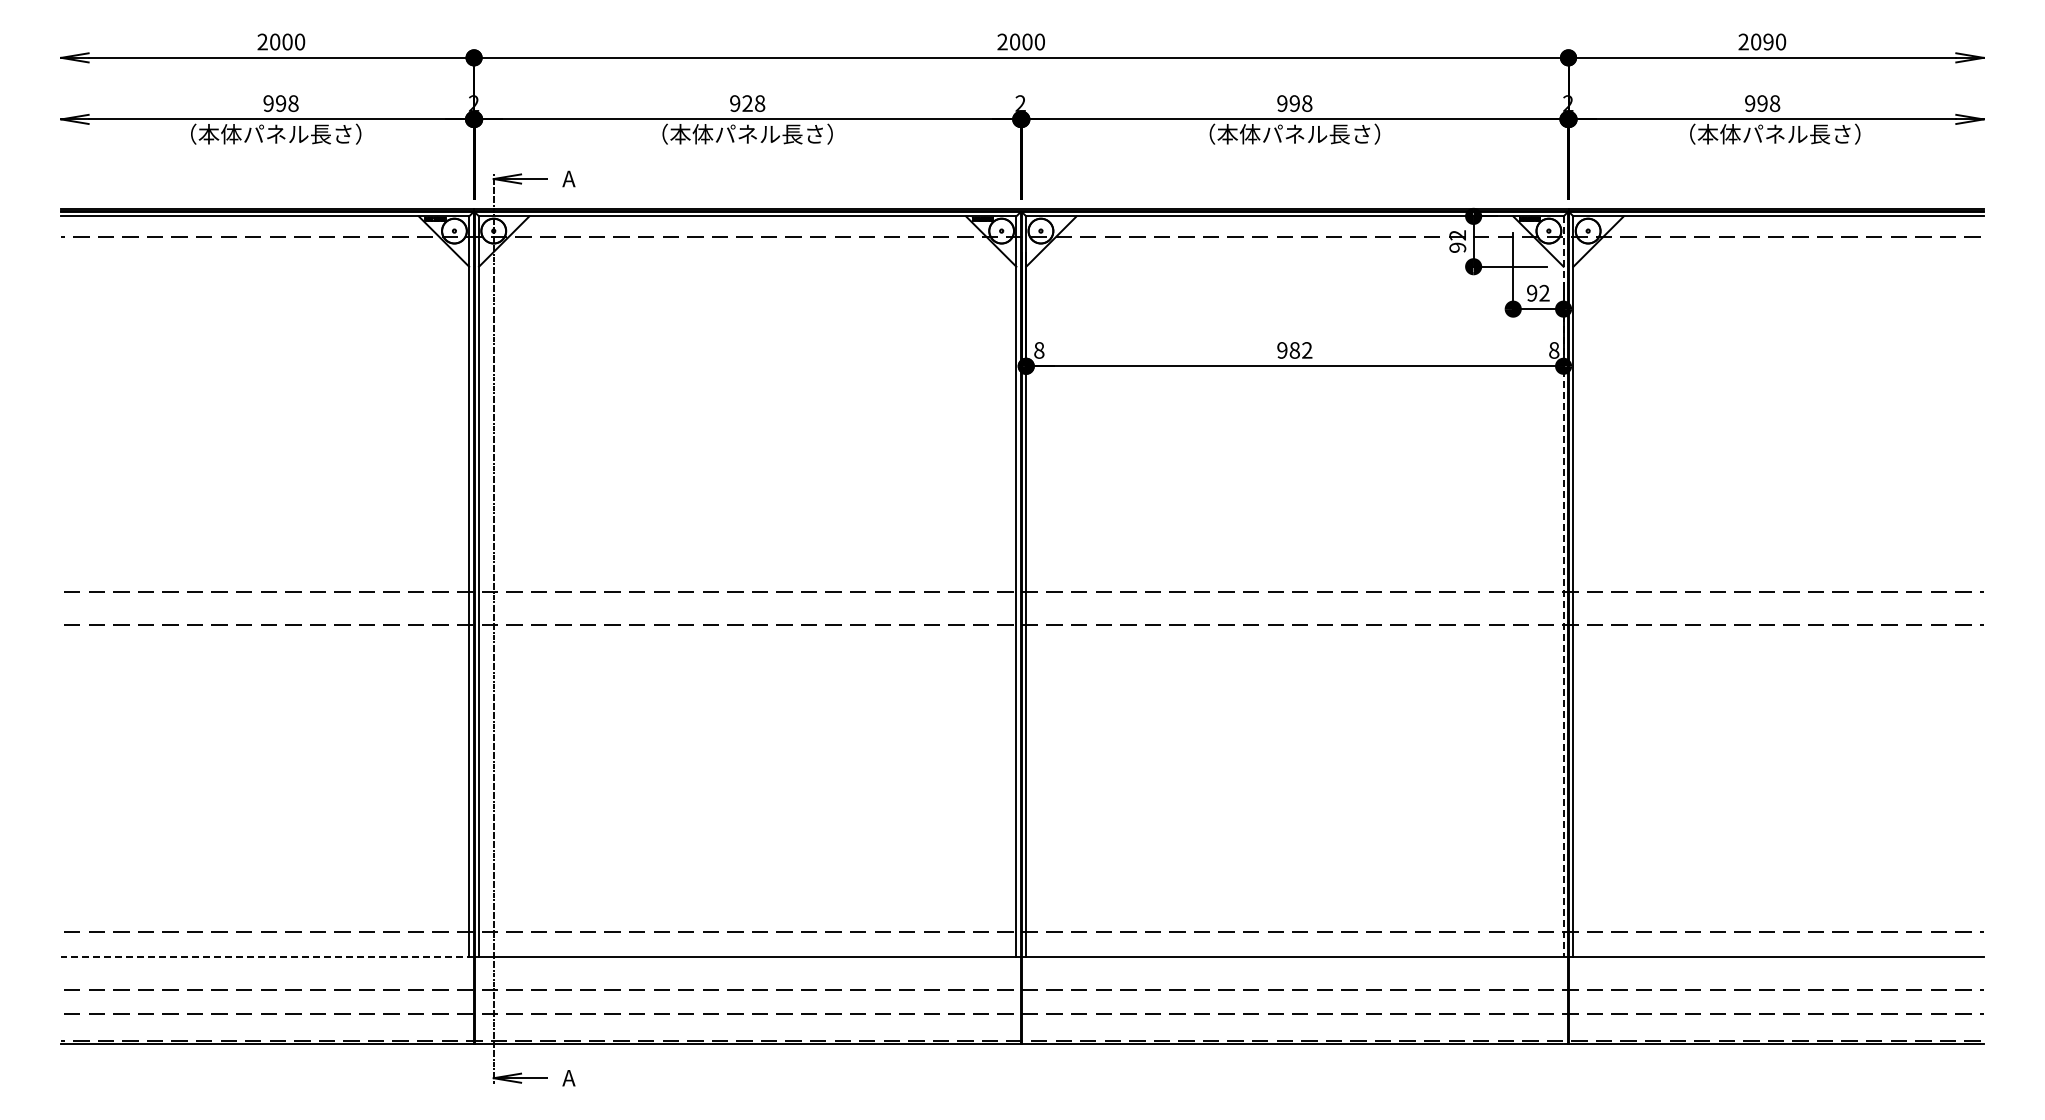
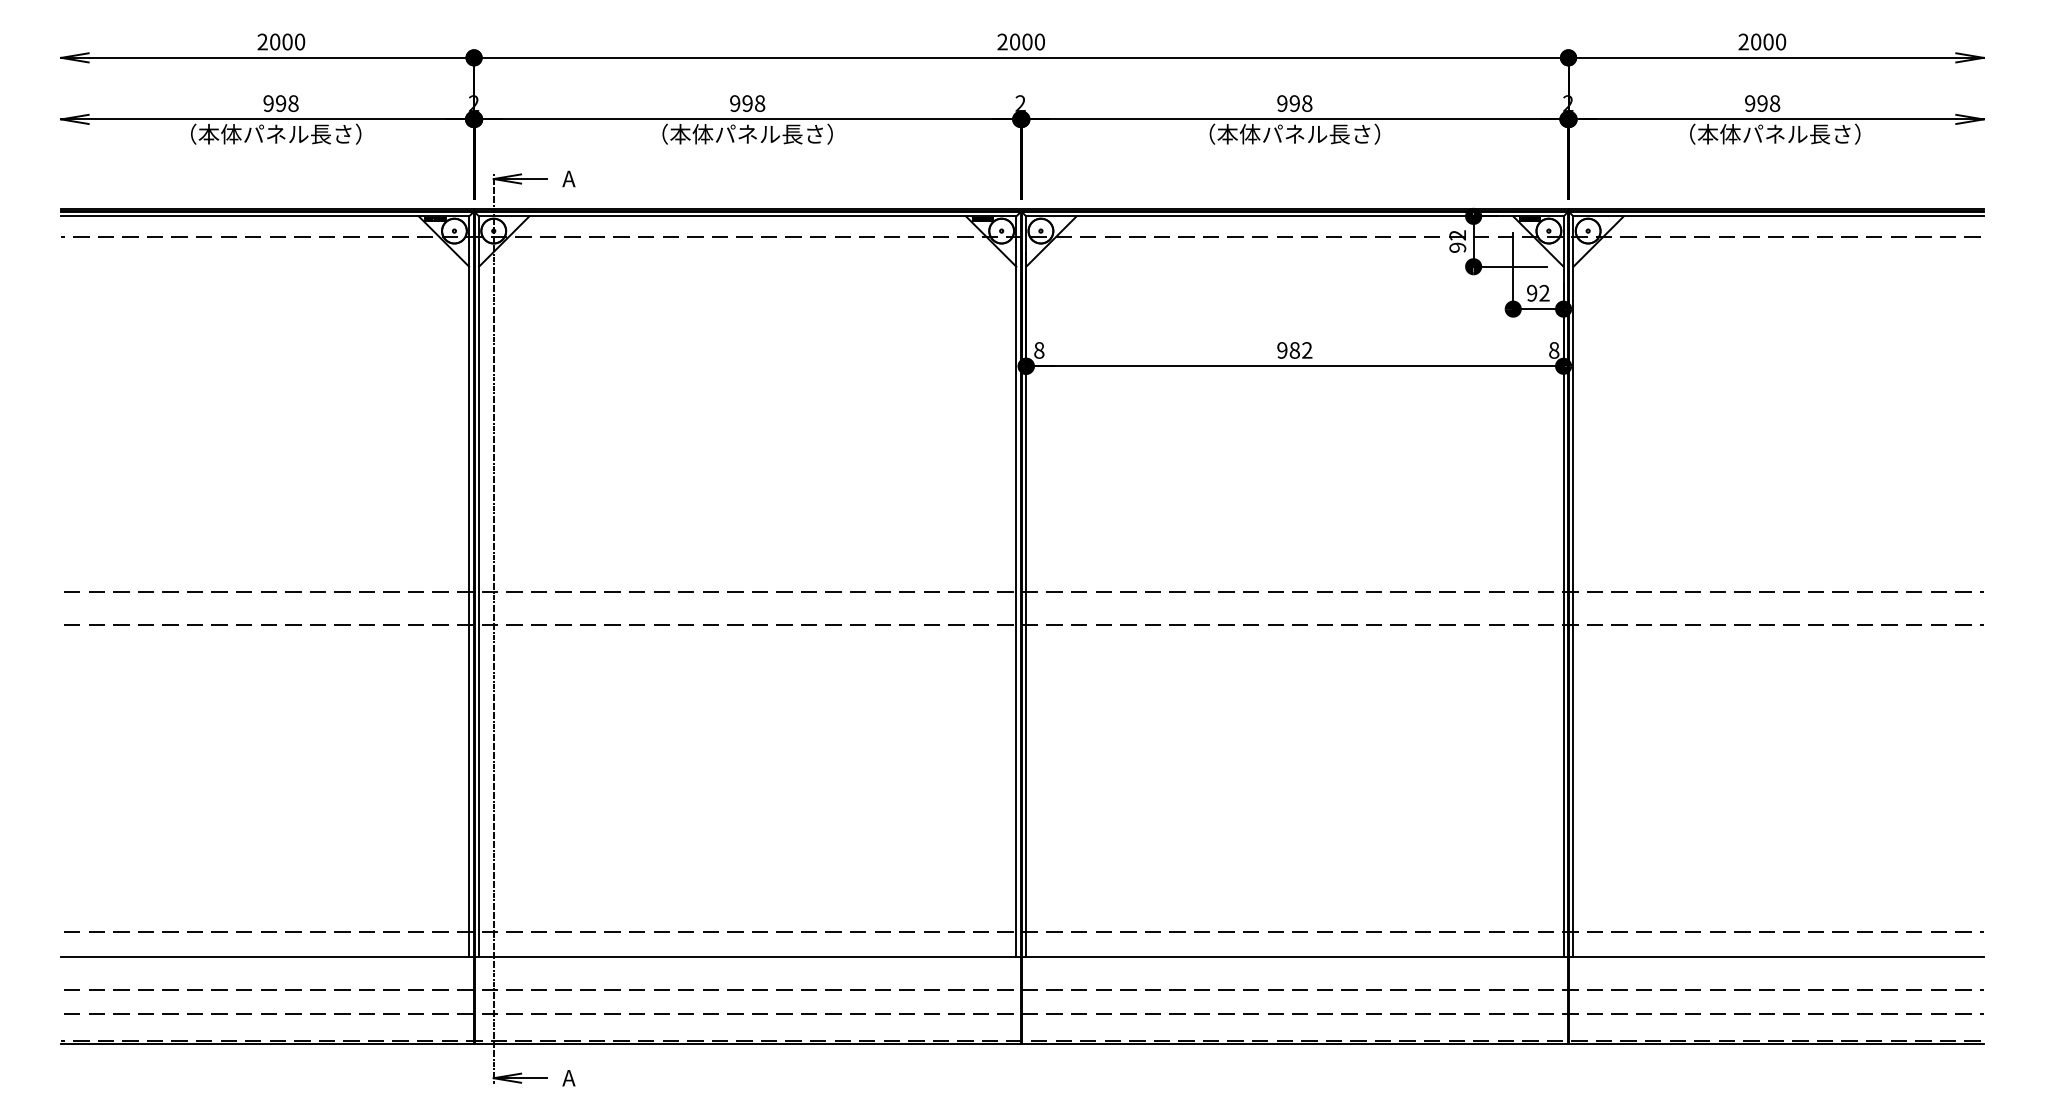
text at (1768, 41): 2090 -> 2000
text at (747, 103): 928 -> 998
line at (1563, 587): dashed -> solid
line at (266, 957): dashed -> solid
